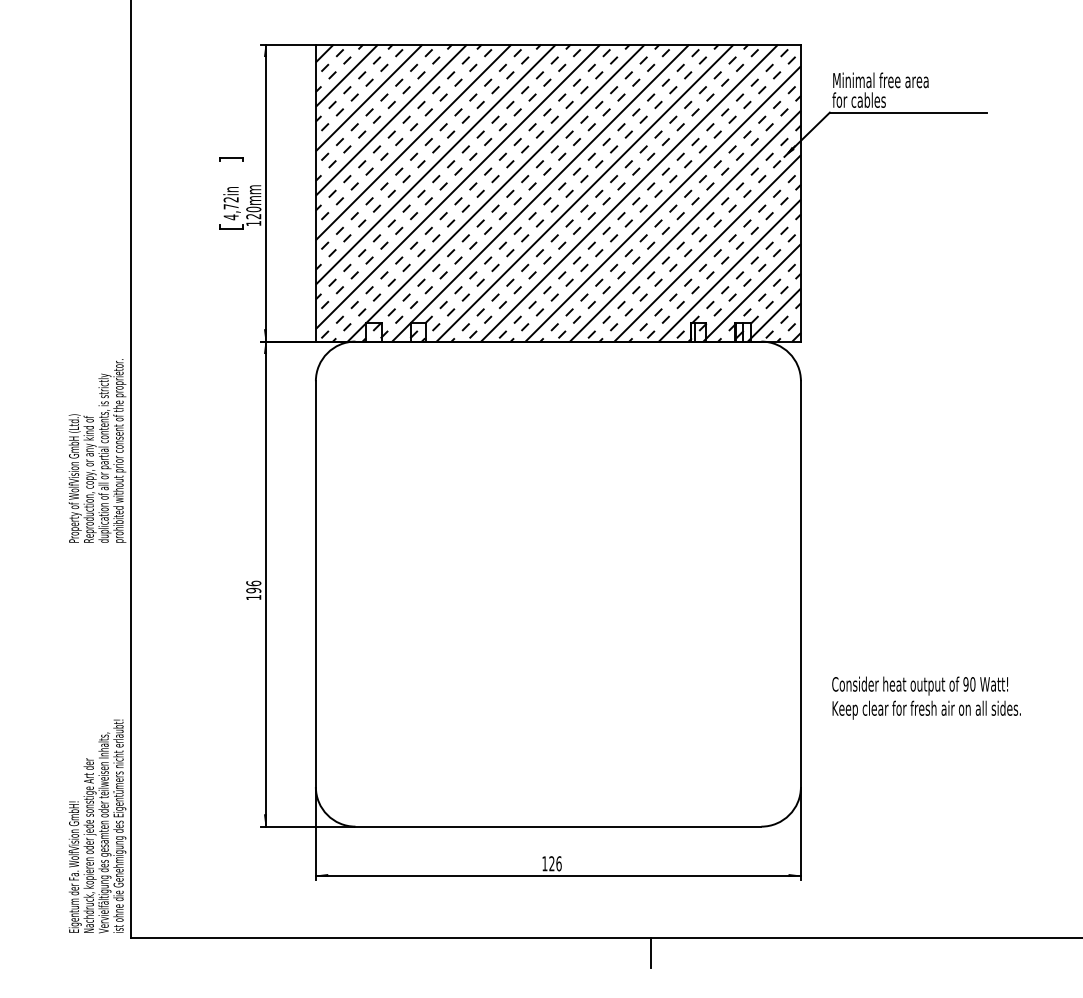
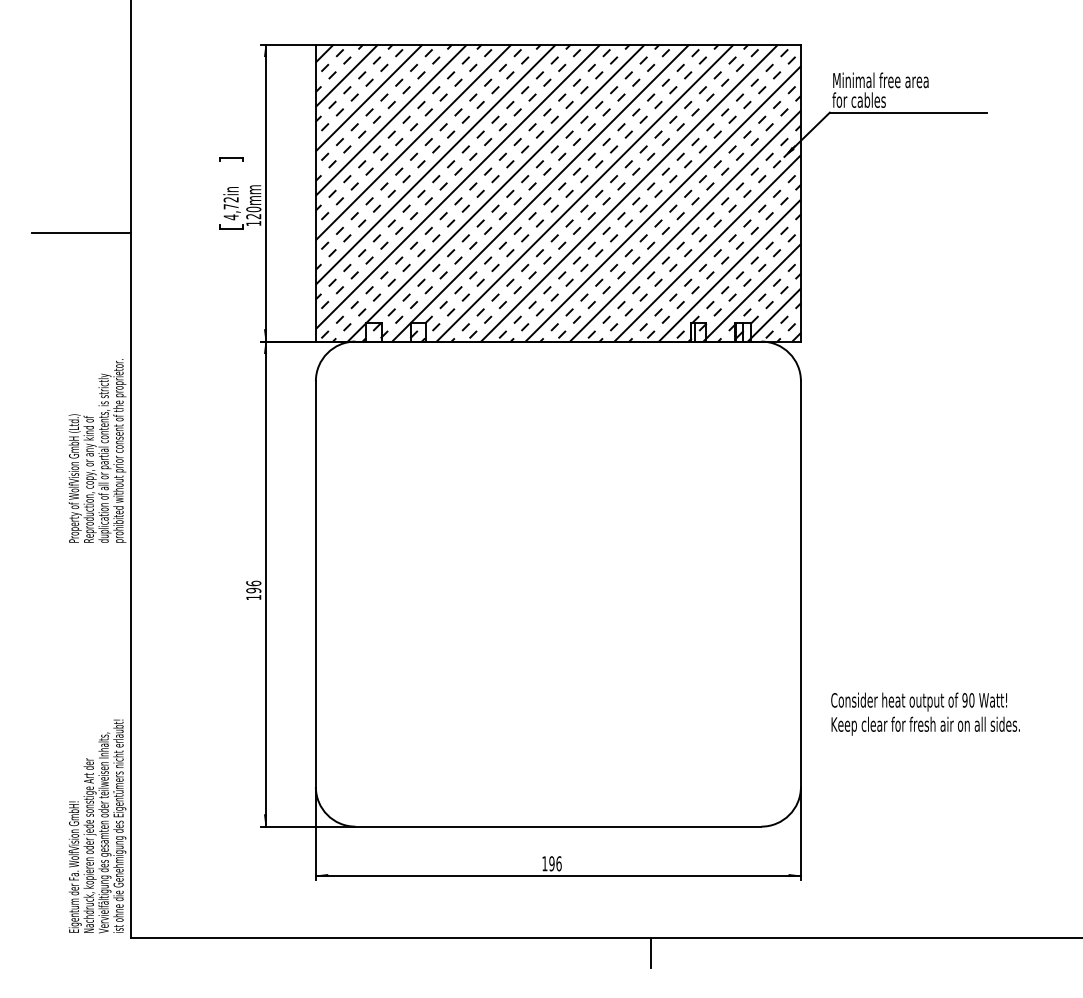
line at (81, 233): none -> present
text at (926, 697) position: (926, 697) -> (925, 713)
text at (551, 863): 126 -> 196
